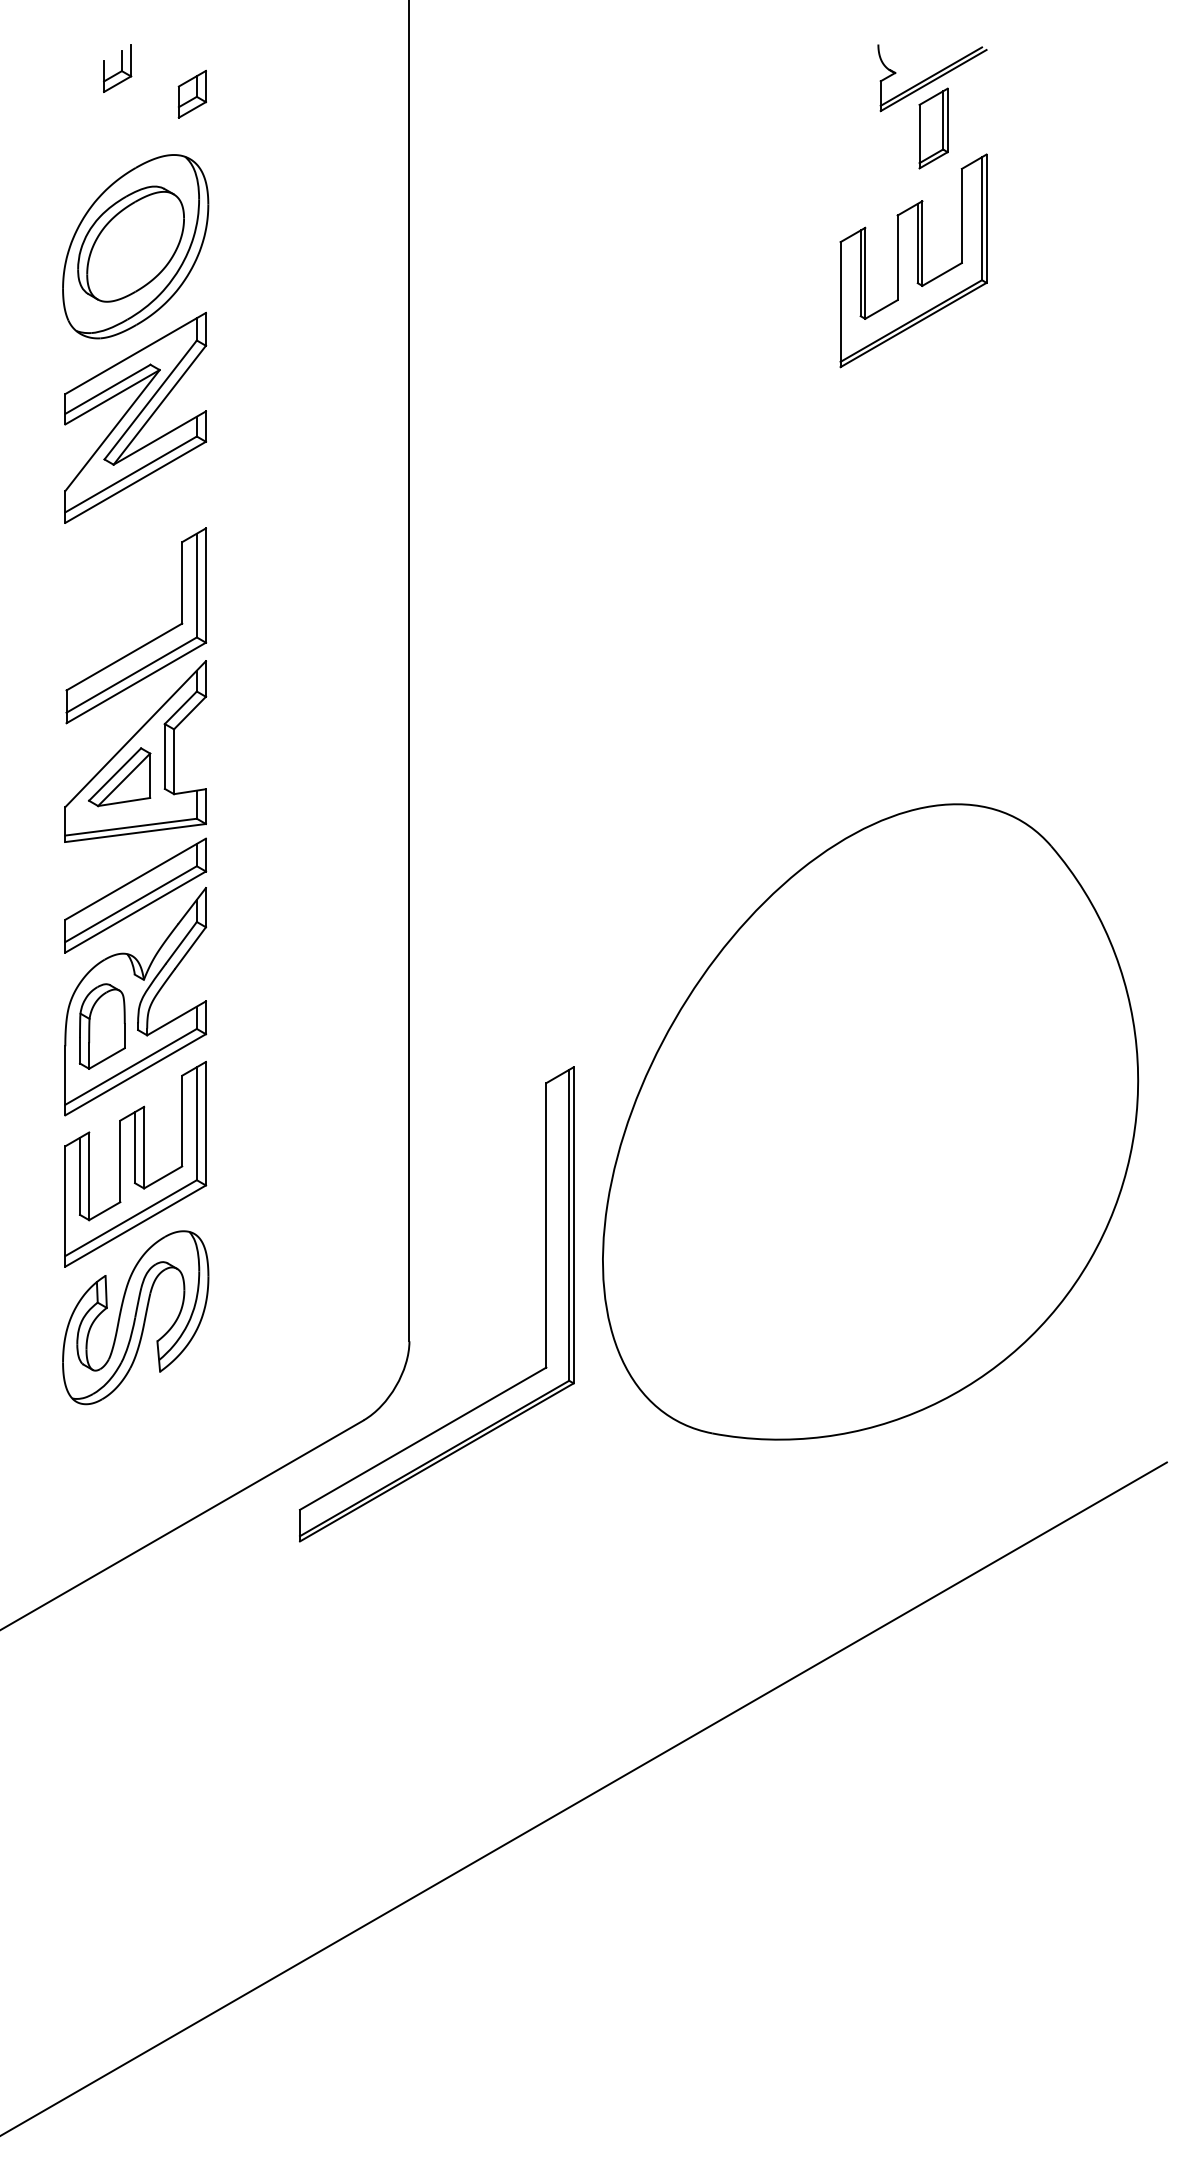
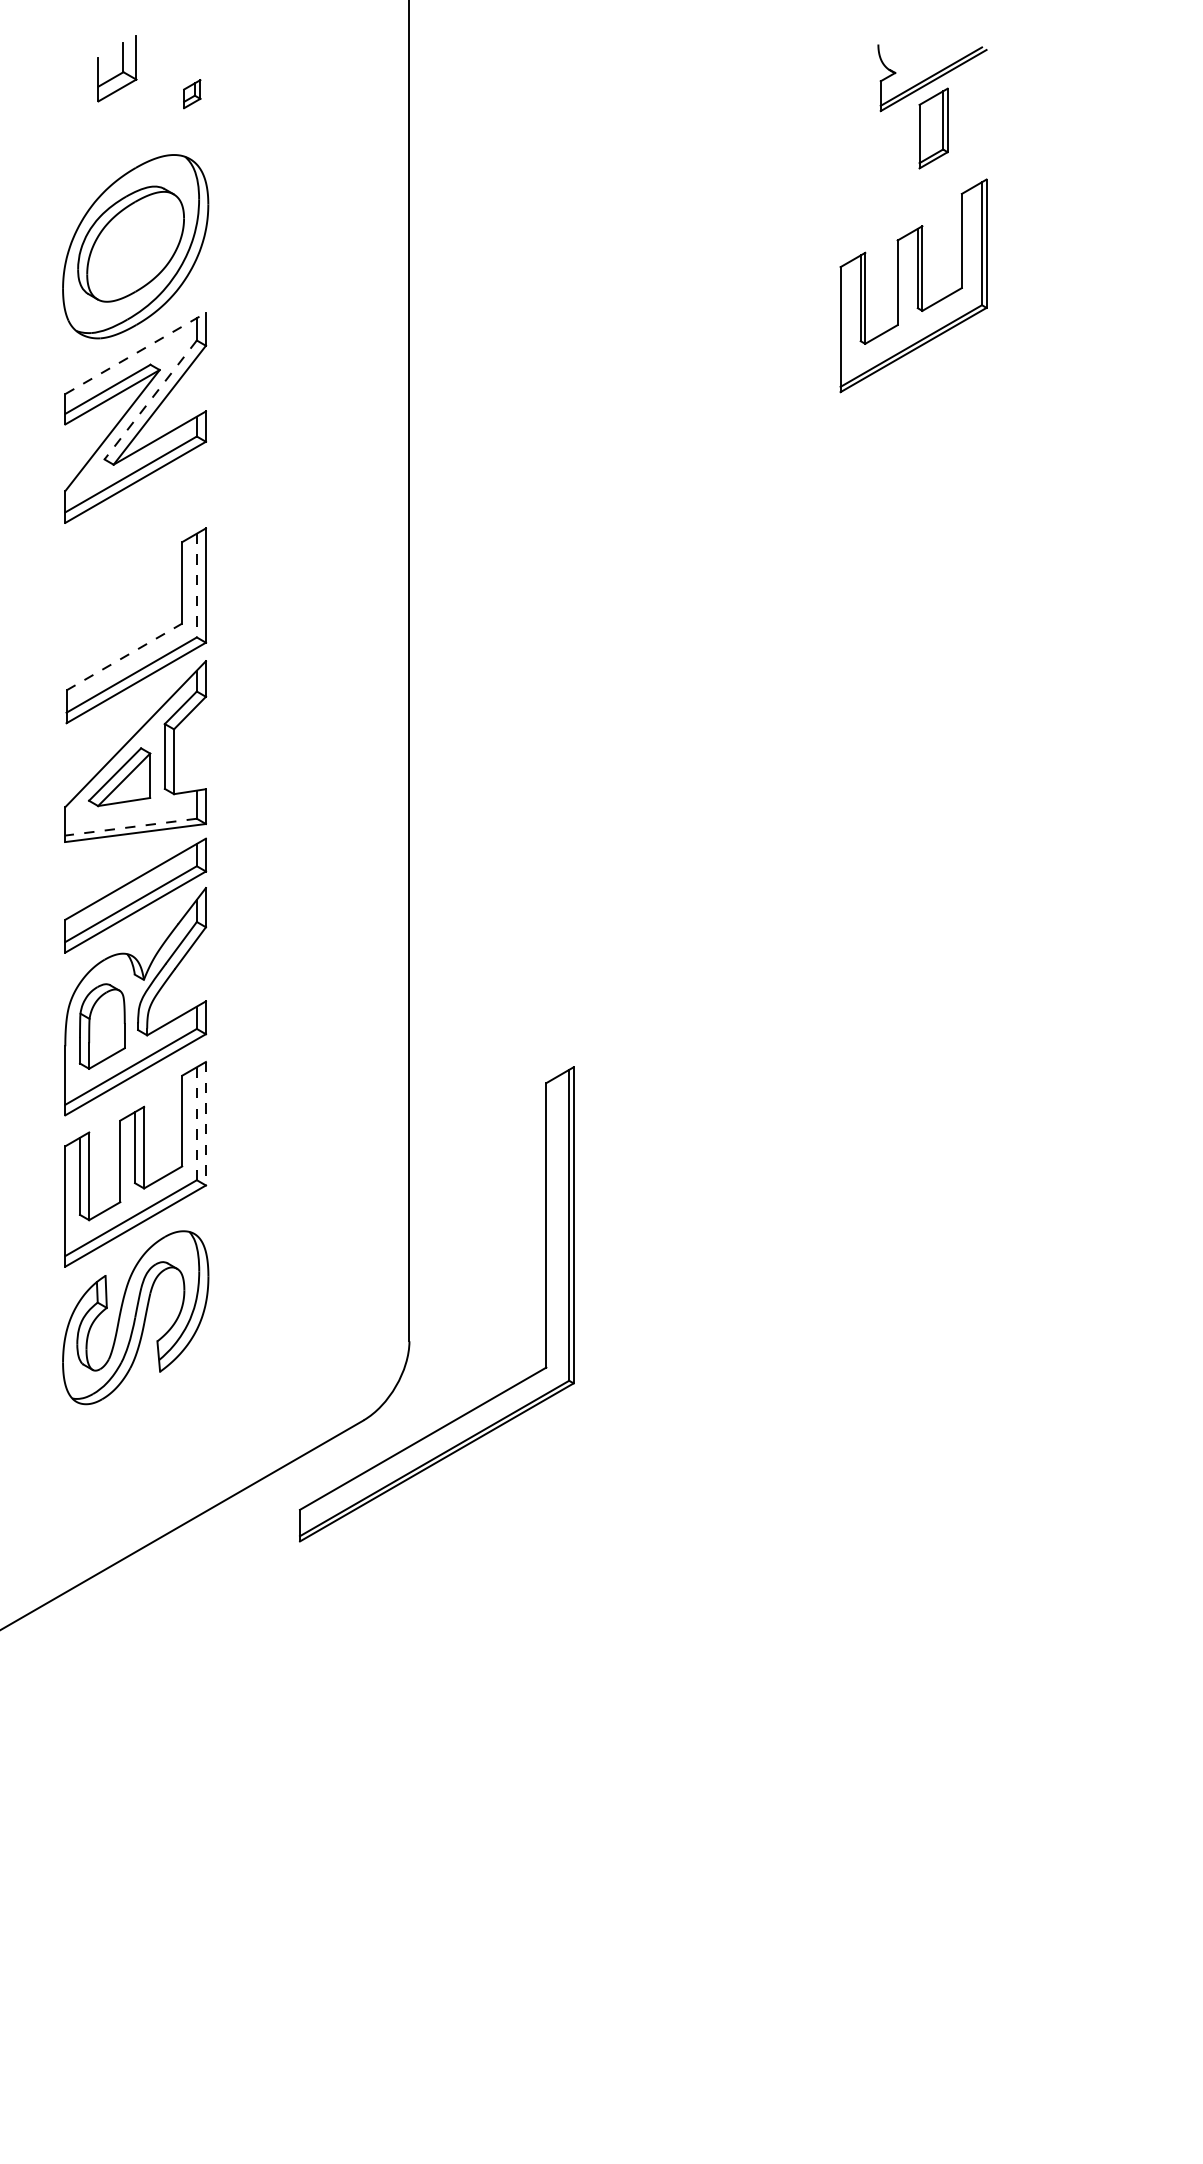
part at (117, 68) size: 30x49 px -> 41x68 px
part at (191, 93) size: 30x50 px -> 19x31 px
part at (913, 260) position: (913, 260) -> (913, 285)
line at (136, 353): solid -> dashed
line at (150, 400): solid -> dashed
line at (196, 585): solid -> dashed
line at (124, 657): solid -> dashed
line at (130, 827): solid -> dashed
part at (870, 1121): present -> none
line at (205, 1123): solid -> dashed
line at (196, 1124): solid -> dashed
line at (584, 1798): present -> none
